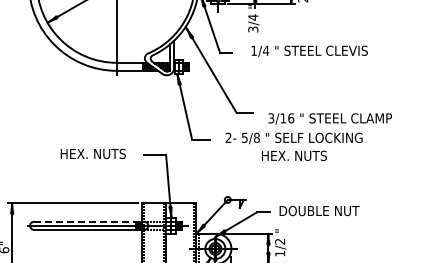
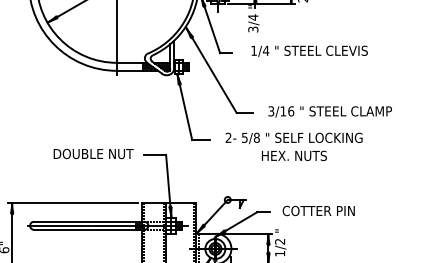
text at (329, 118) position: (329, 118) -> (329, 111)
text at (93, 153): HEX. NUTS -> DOUBLE NUT
text at (319, 210): DOUBLE NUT -> COTTER PIN
line at (89, 221): dashed -> solid
